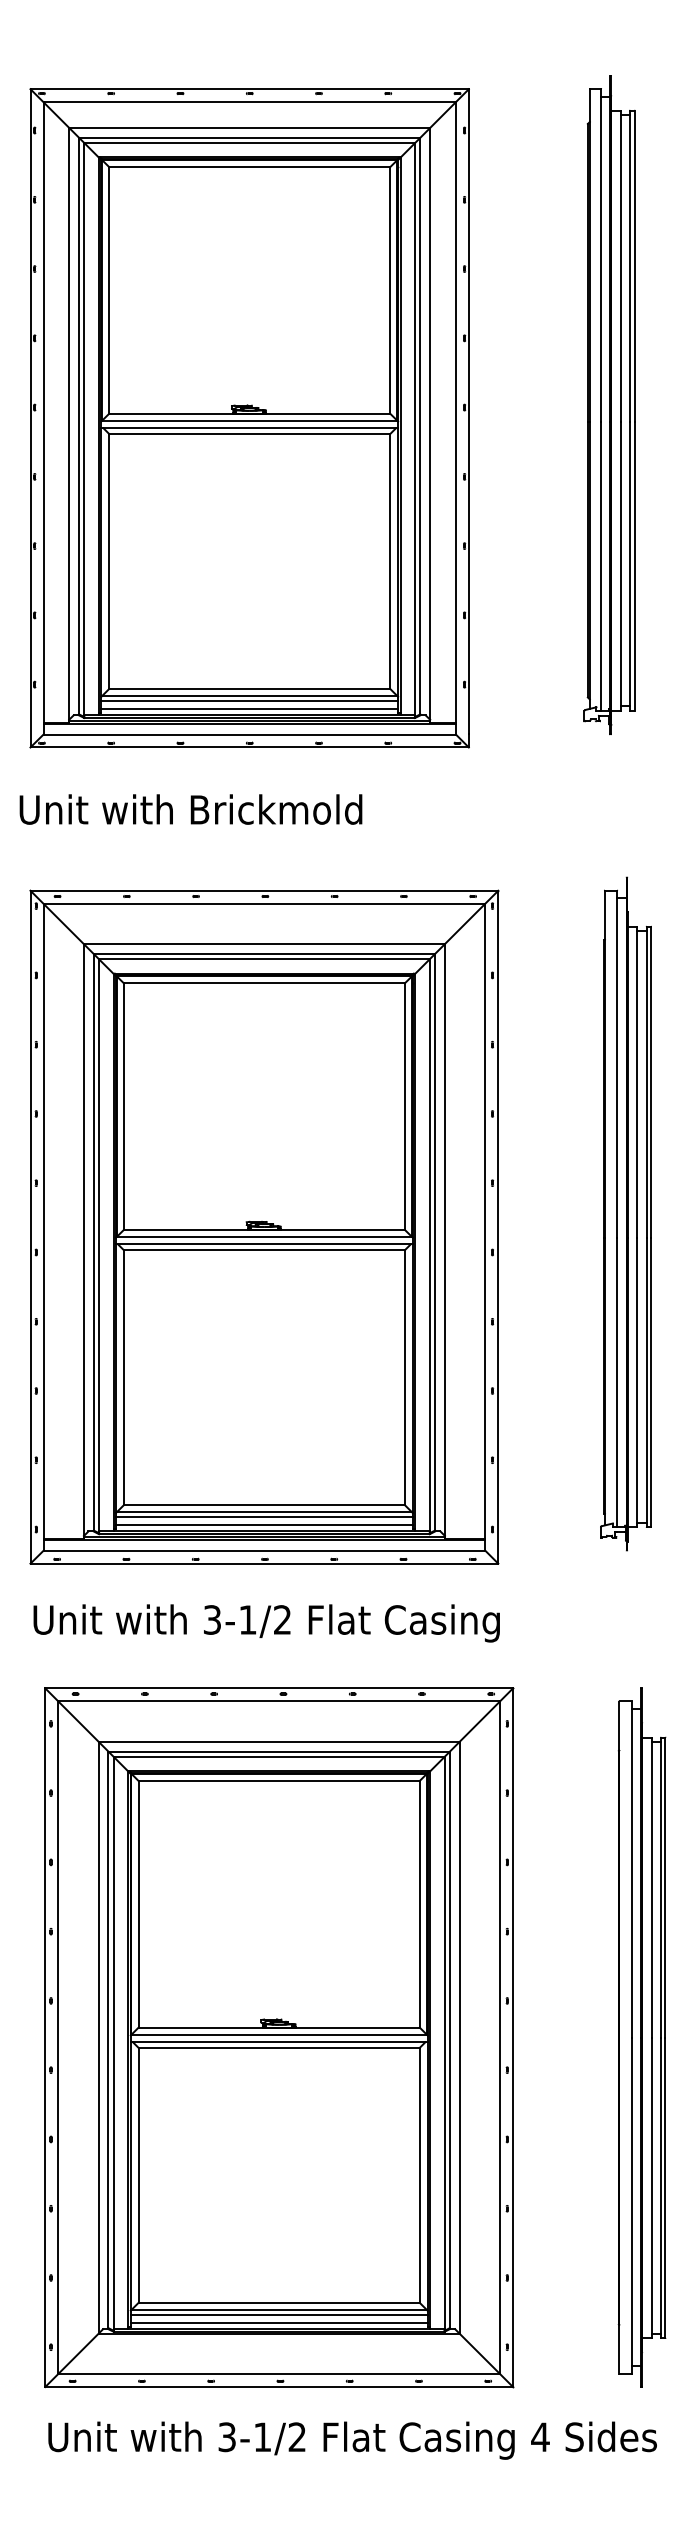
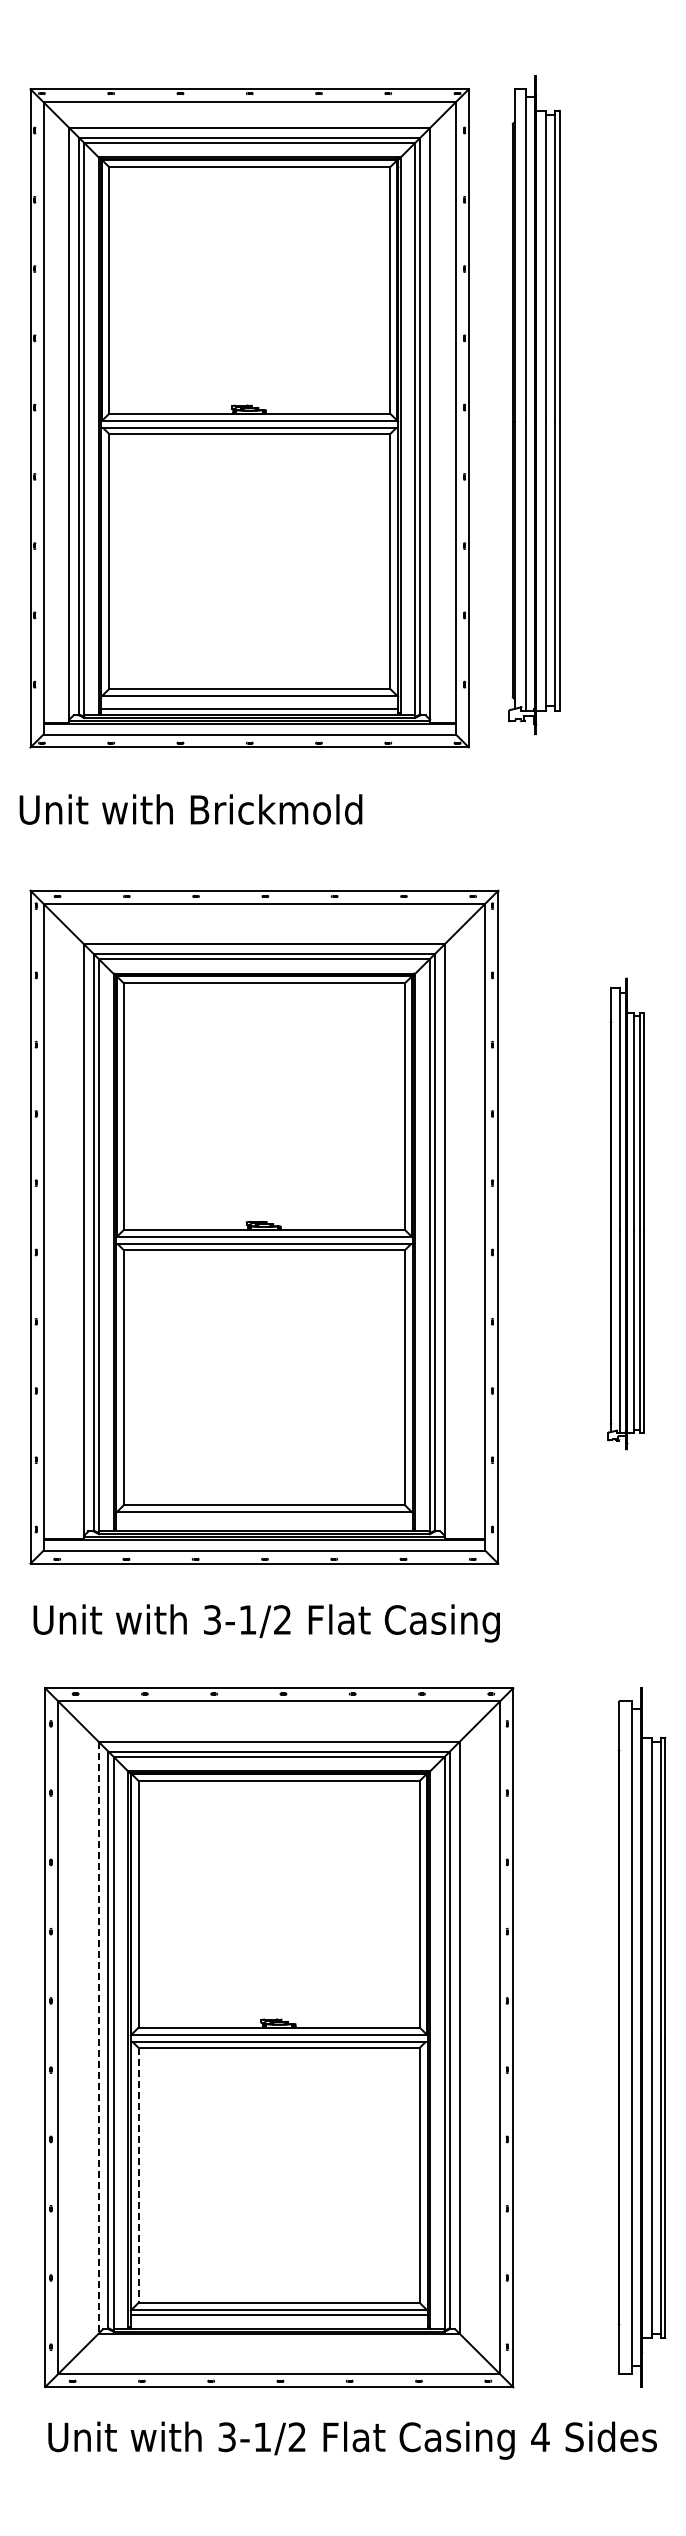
part at (609, 405) position: (609, 405) -> (534, 405)
line at (249, 700): present -> none
part at (625, 1213) size: 52x676 px -> 38x474 px
line at (264, 1517): present -> none
line at (264, 1525): present -> none
line at (98, 2037): solid -> dashed
line at (138, 2175): solid -> dashed
line at (278, 2323): present -> none
